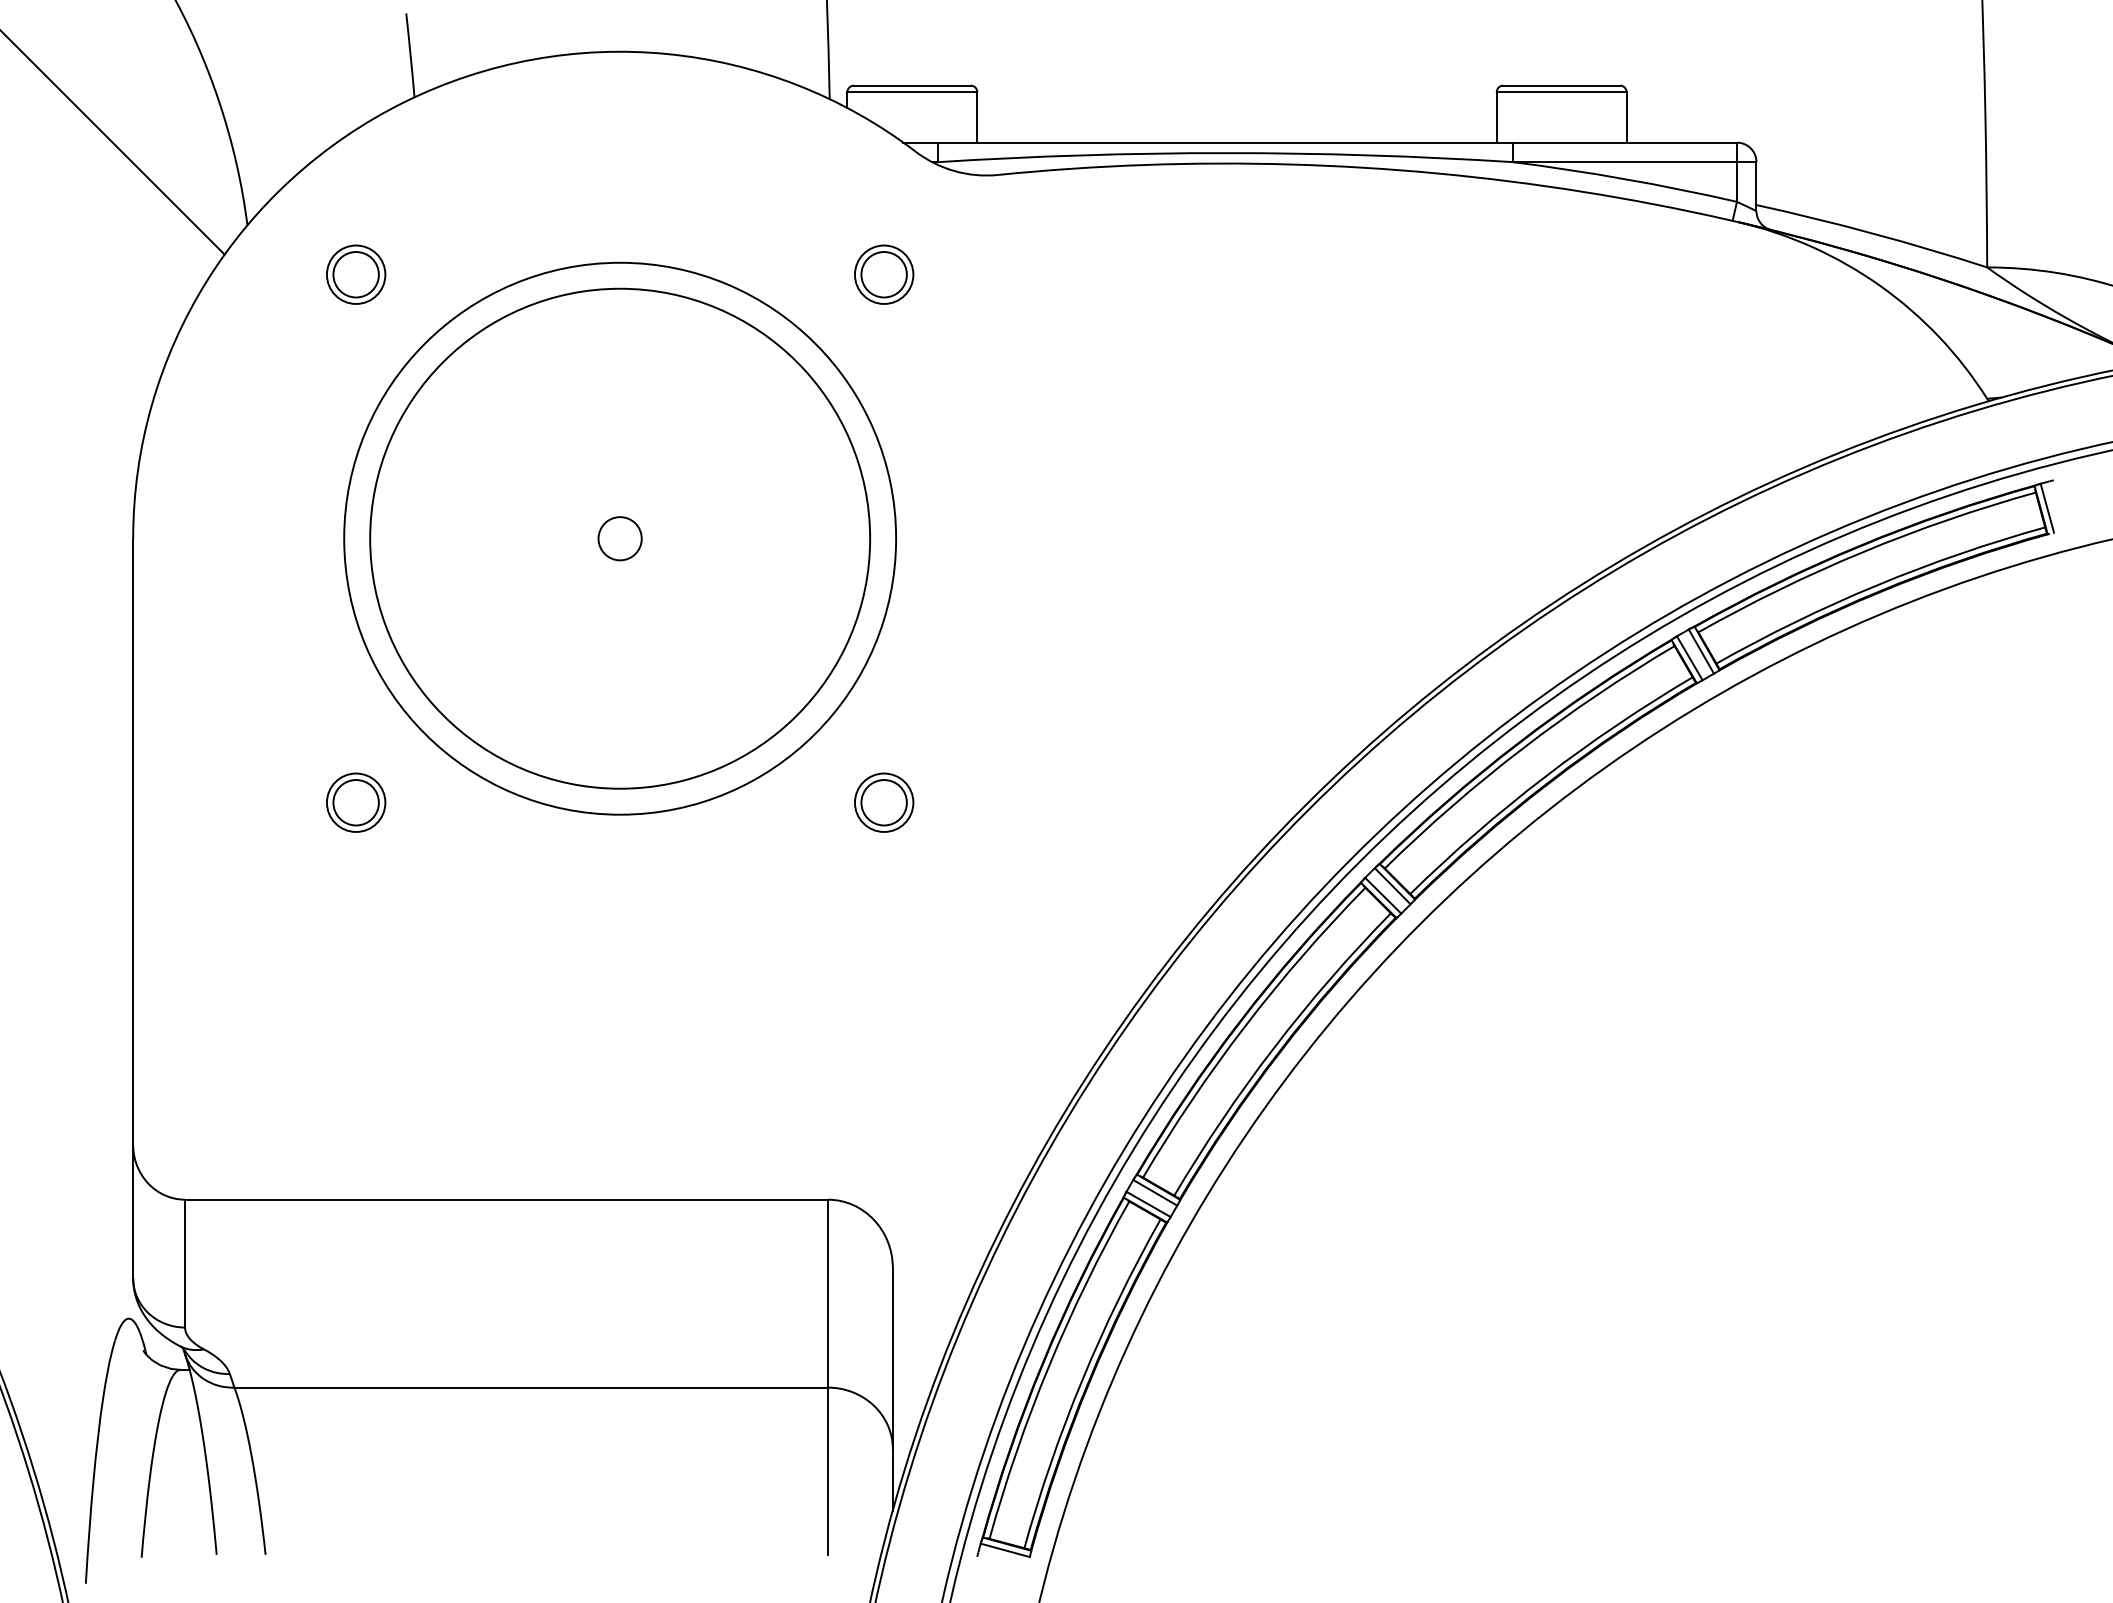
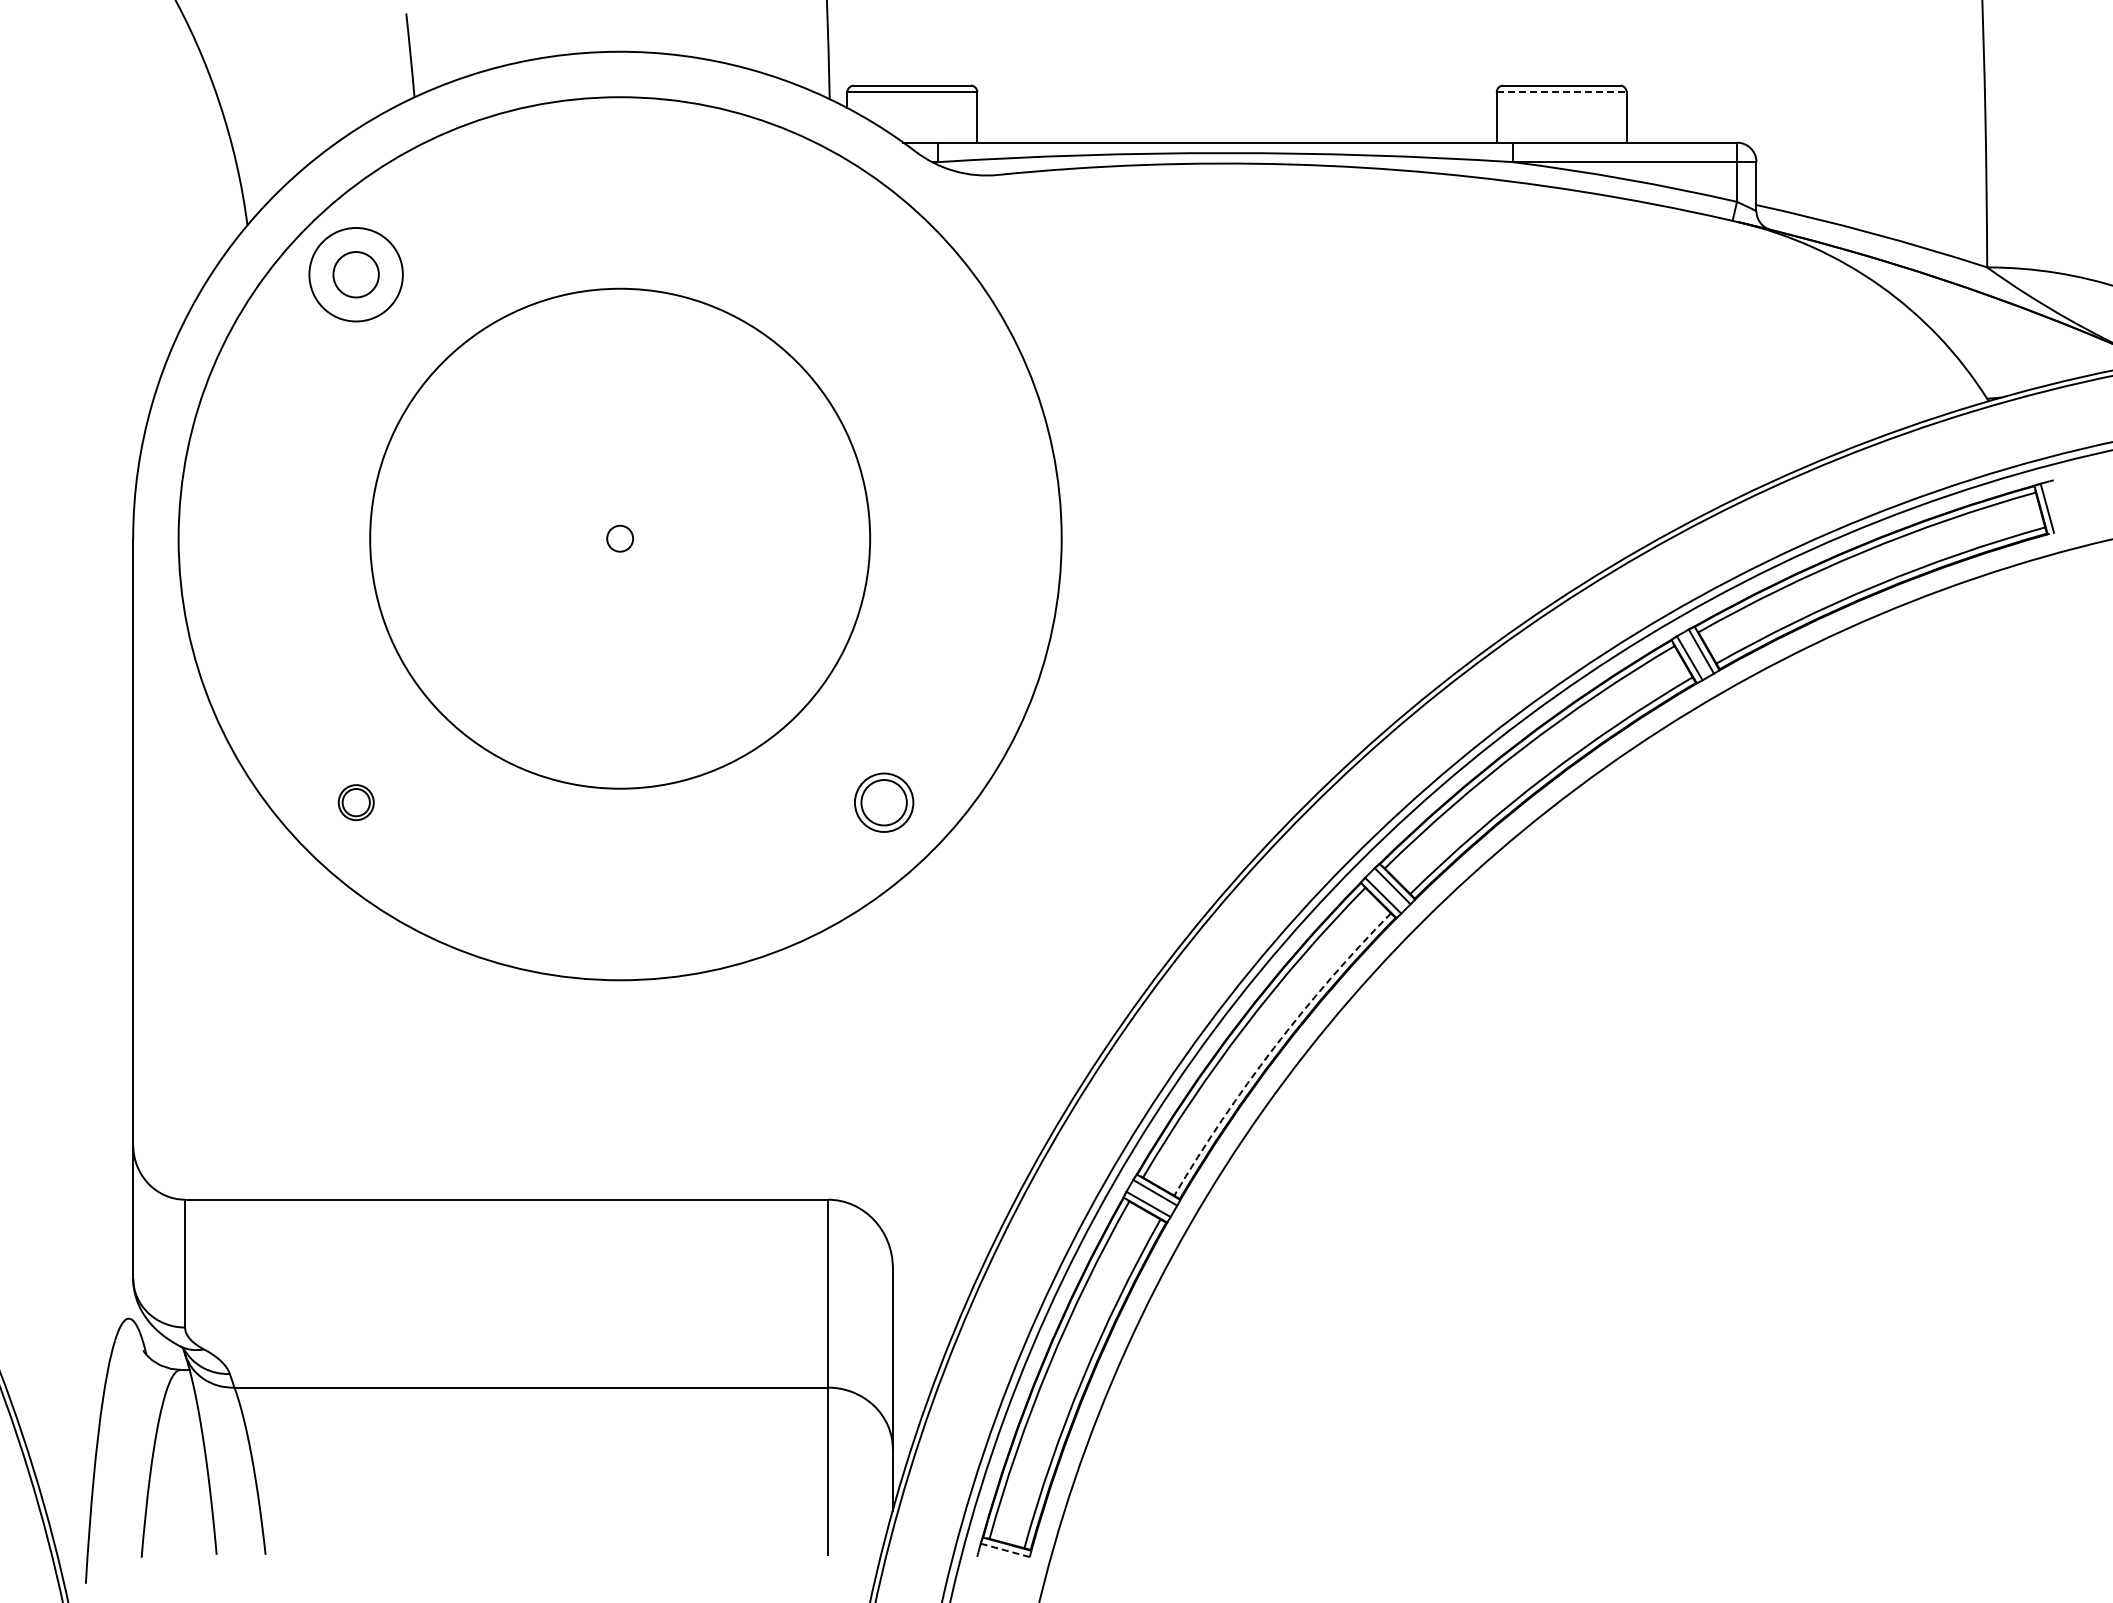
line at (1561, 92): solid -> dashed
line at (113, 143): present -> none
circle at (355, 274) diameter: 58 px -> 94 px
part at (884, 274): present -> none
circle at (619, 538) diameter: 43 px -> 26 px
circle at (620, 538) diameter: 552 px -> 883 px
part at (356, 802) size: 61x61 px -> 38x38 px
arc at (1274, 1047): solid -> dashed
line at (1004, 1550): solid -> dashed
